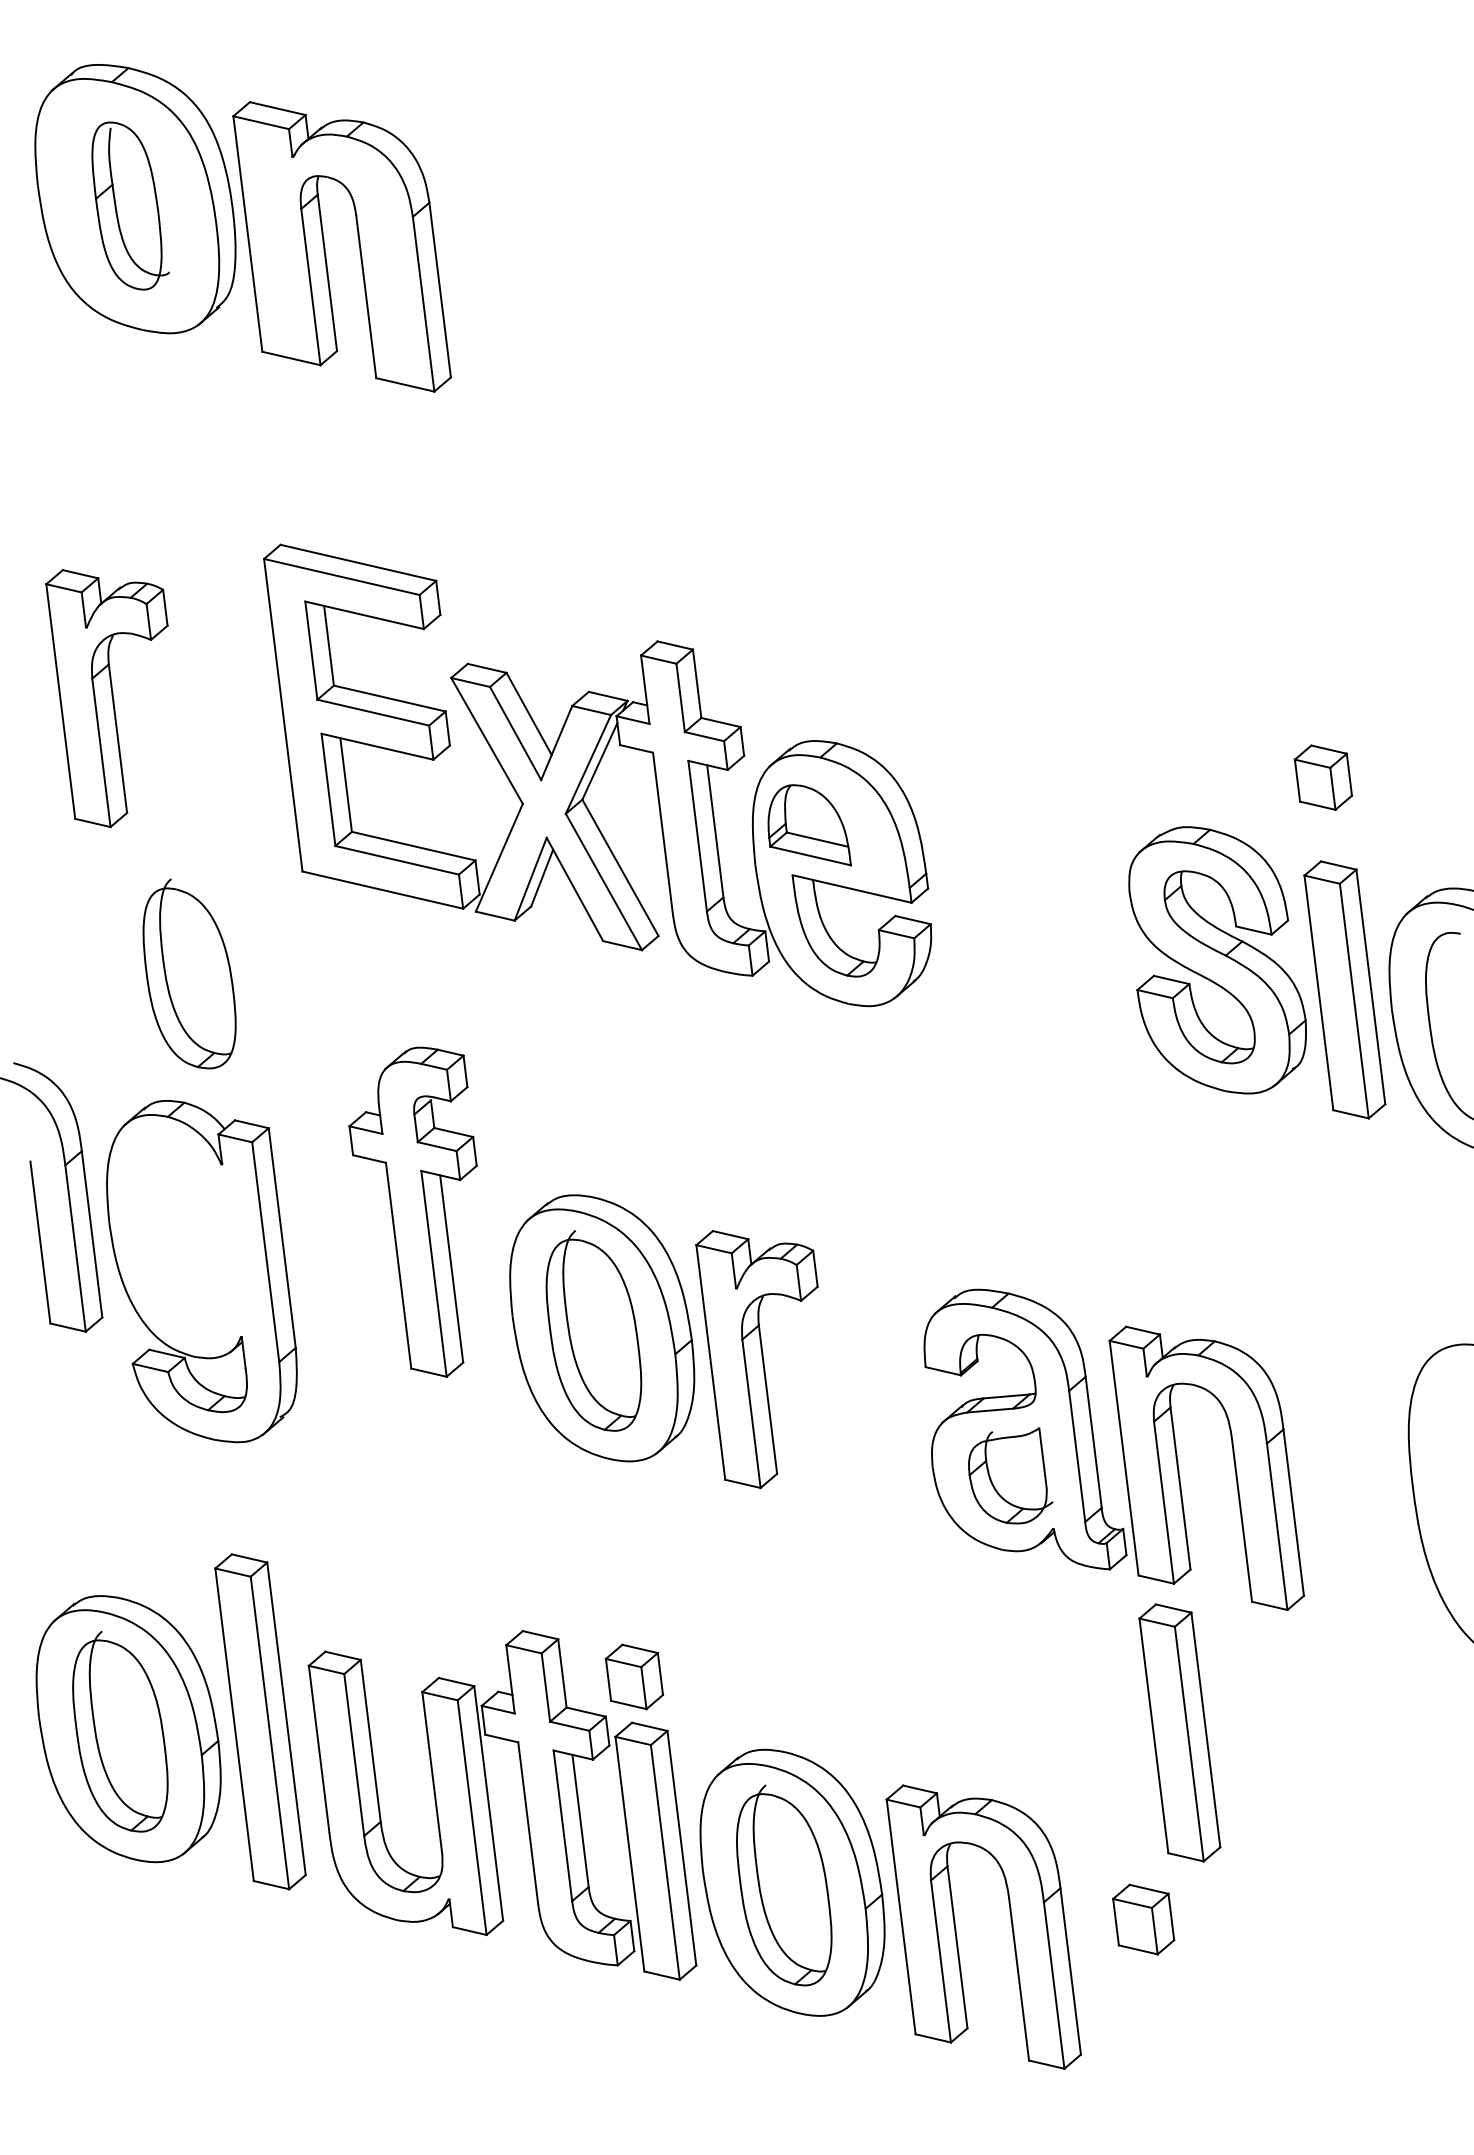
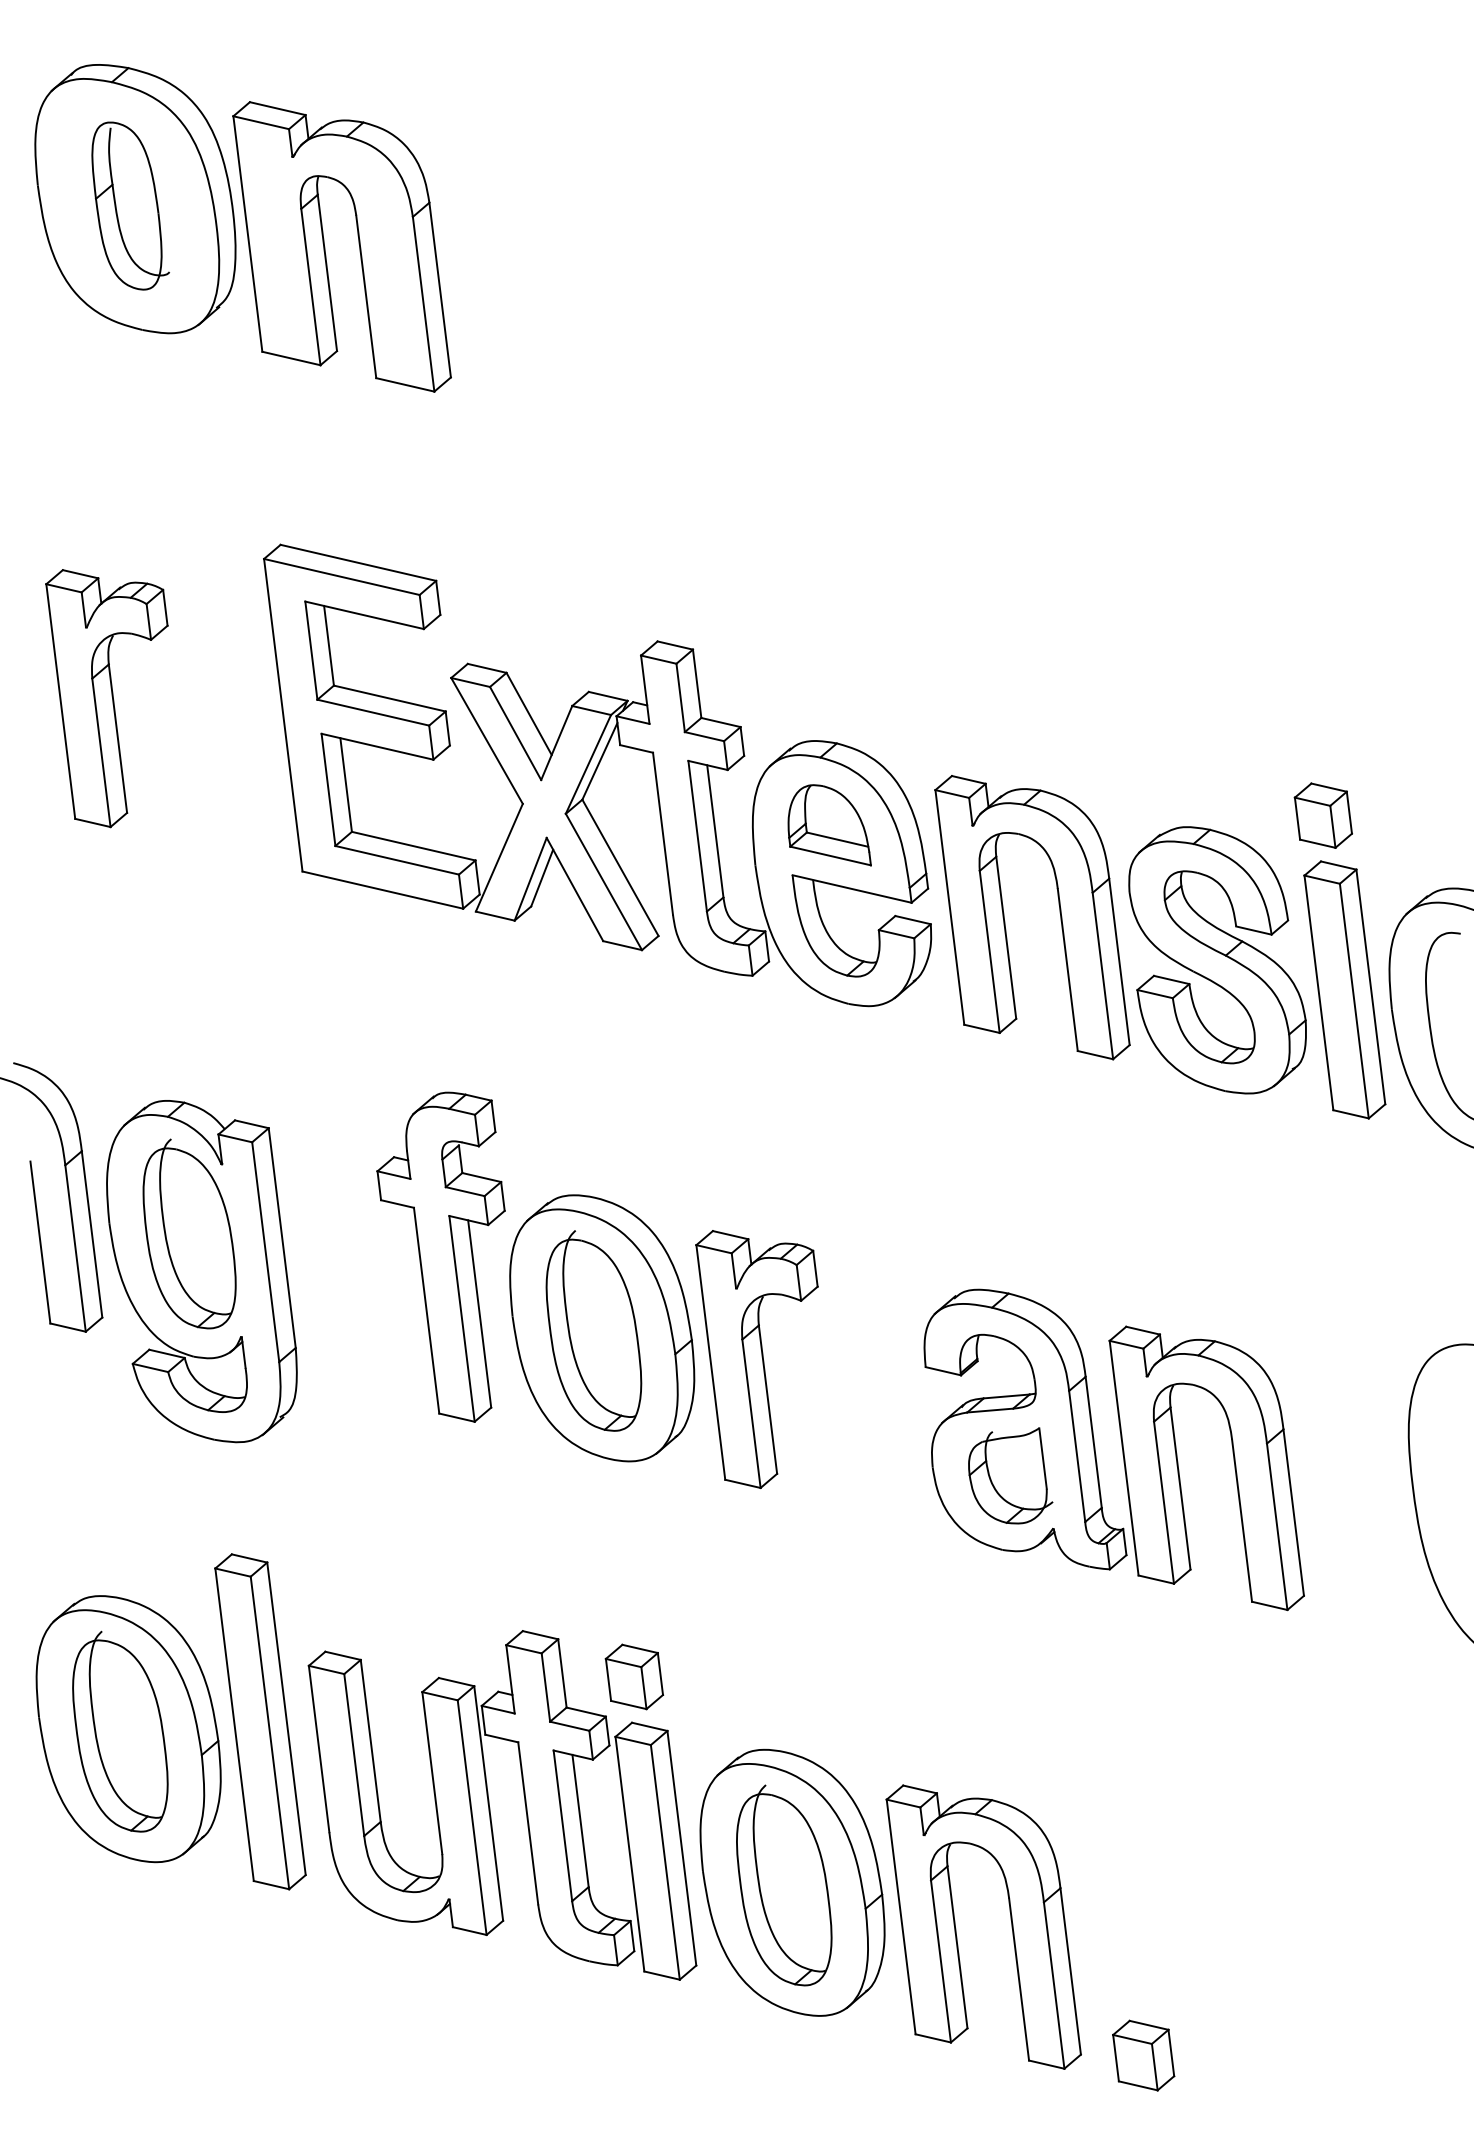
part at (1322, 777) position: (1322, 777) -> (1322, 815)
part at (809, 825) position: (809, 825) -> (829, 825)
part at (1059, 913): none -> present
part at (189, 973) position: (189, 973) -> (189, 1233)
part at (412, 1211) position: (412, 1211) -> (440, 1256)
part at (1179, 1732): present -> none
part at (1143, 1919) position: (1143, 1919) -> (1143, 2055)
